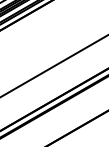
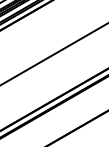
line at (53, 66) position: (53, 66) -> (53, 54)
